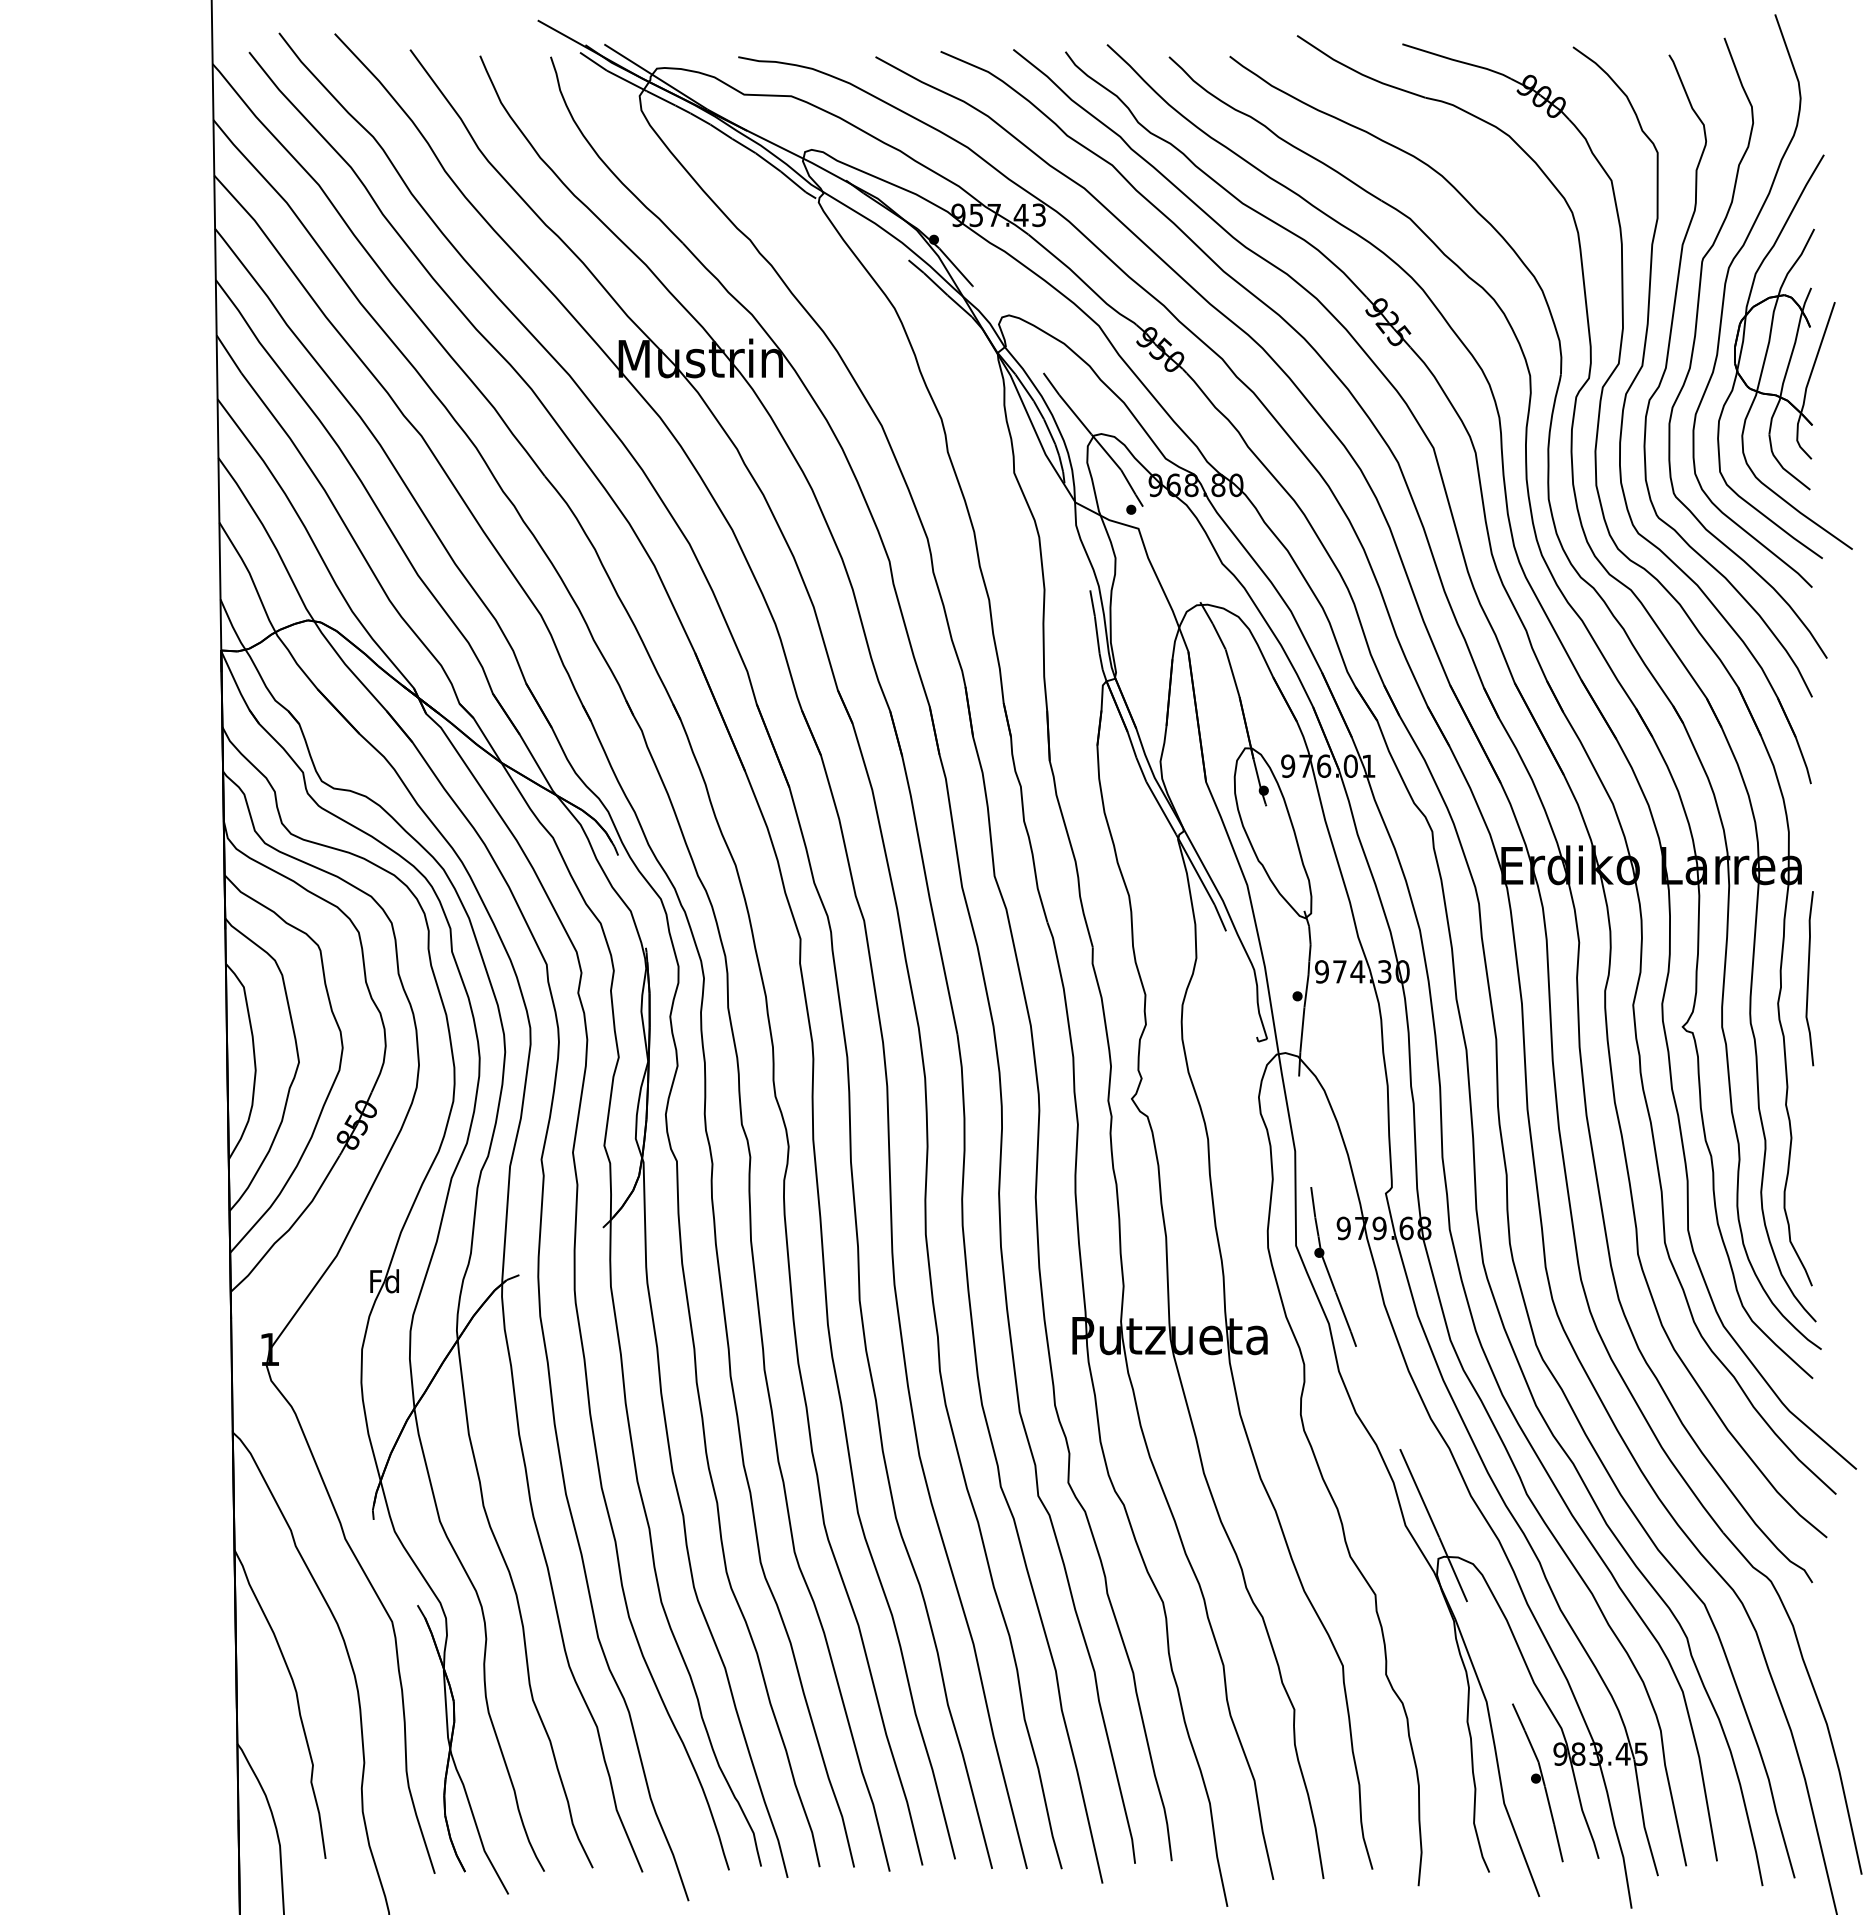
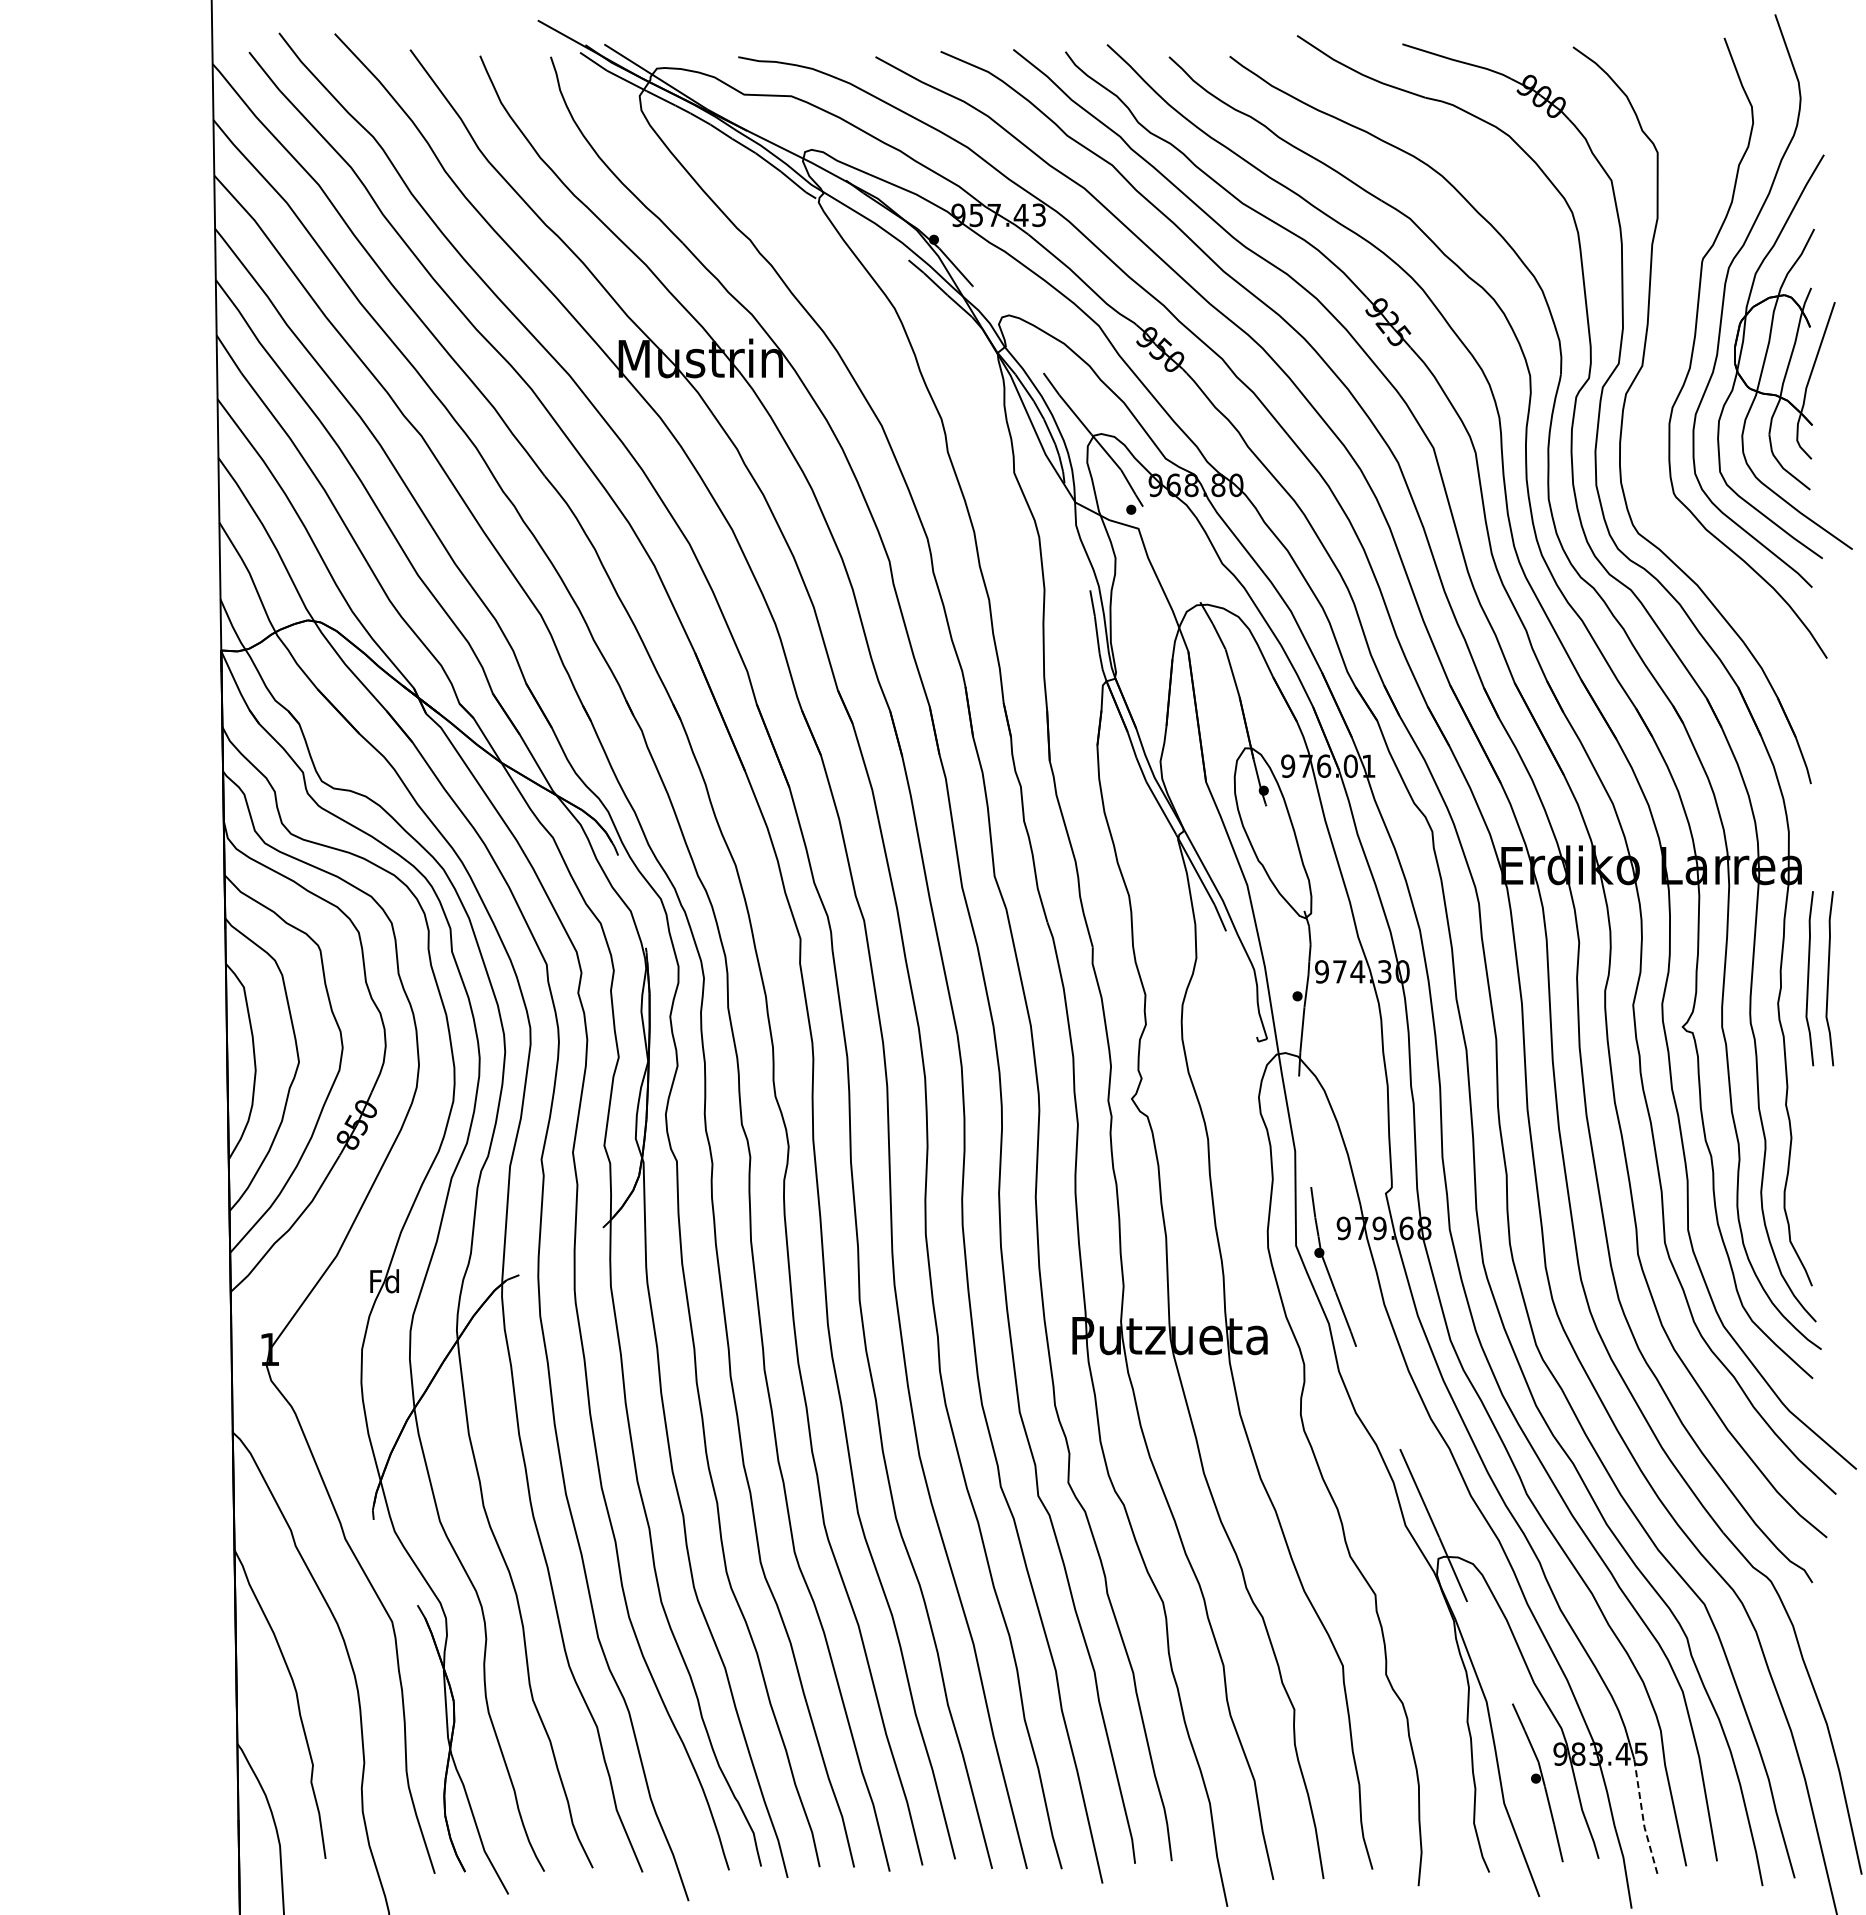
curve at (1667, 365): present -> none
curve at (1829, 977): none -> present
line at (1643, 1819): solid -> dashed
